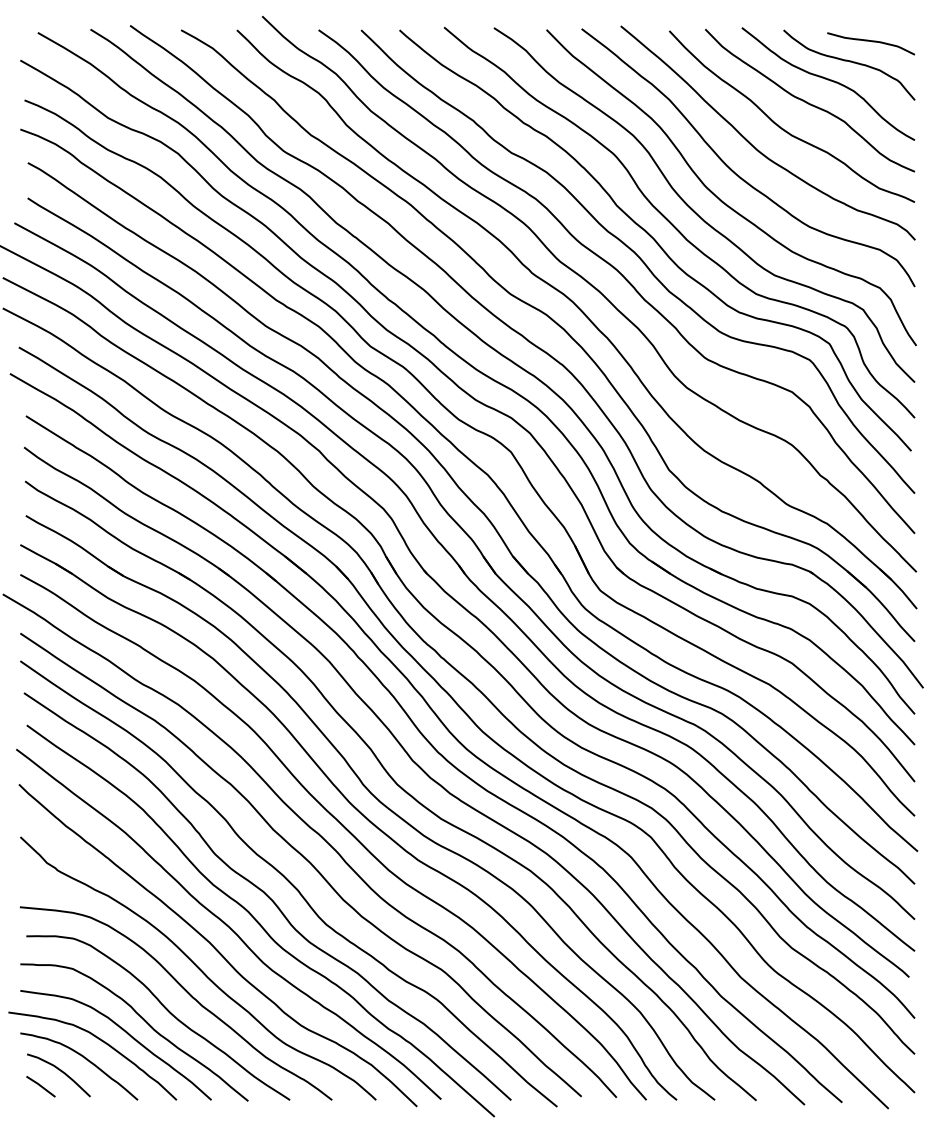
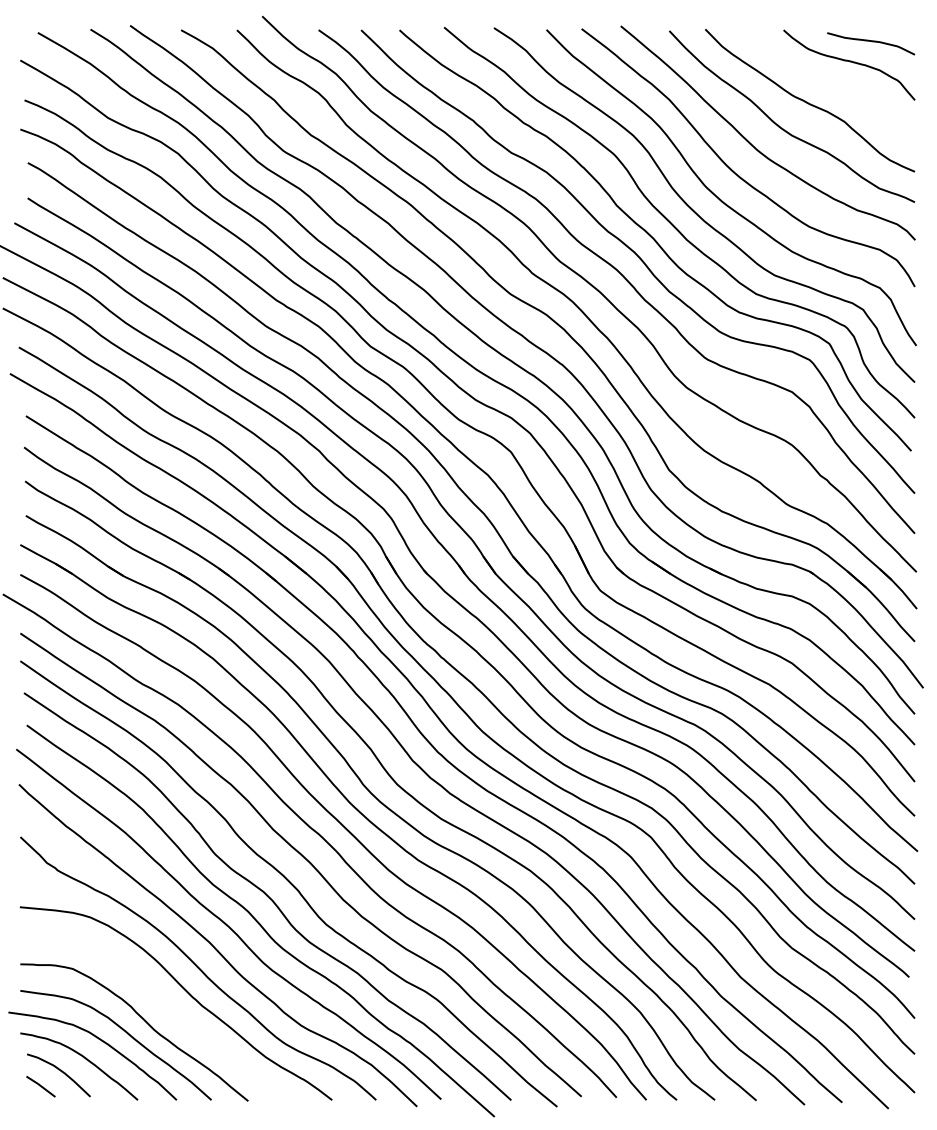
curve at (830, 81): present -> none
curve at (165, 1009): present -> none
